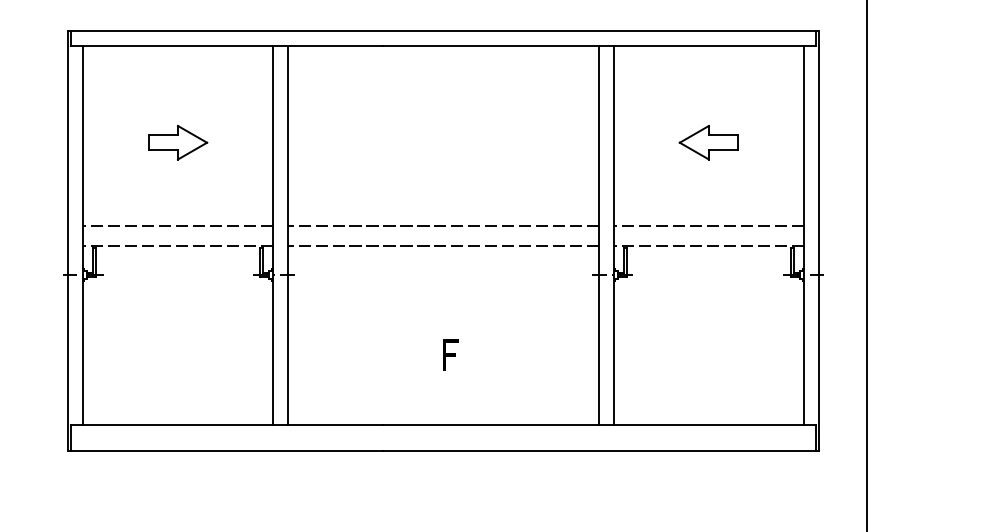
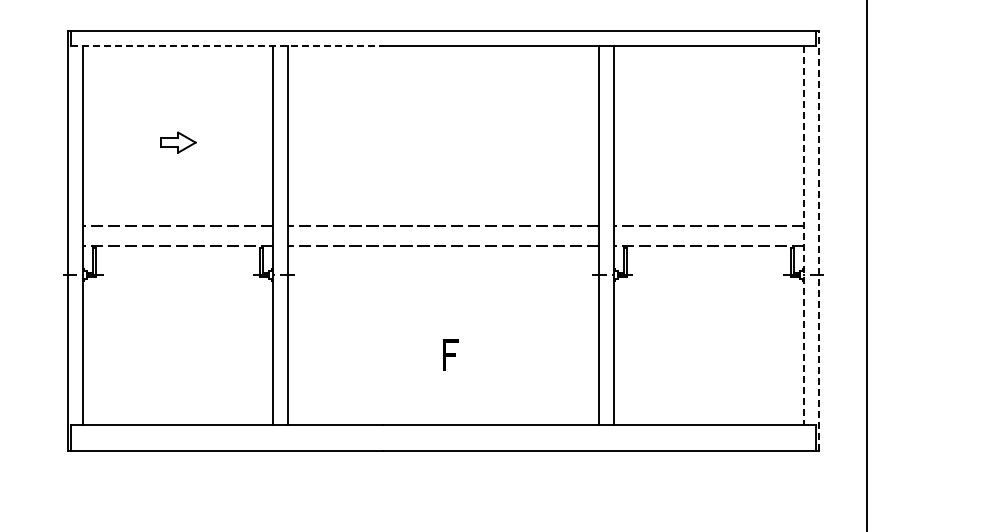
line at (227, 46): solid -> dashed
part at (178, 142) size: 61x37 px -> 37x23 px
part at (708, 142): present -> none
line at (804, 236): solid -> dashed
line at (818, 240): solid -> dashed
